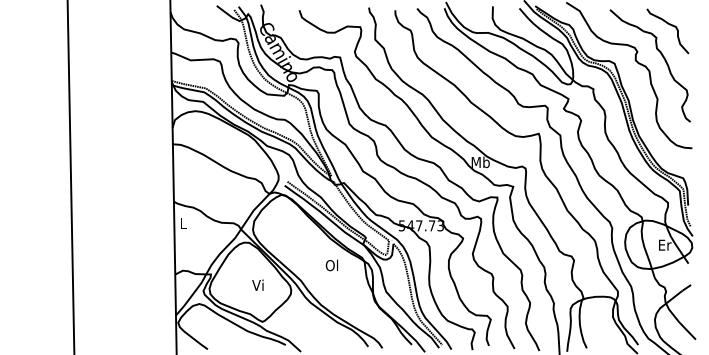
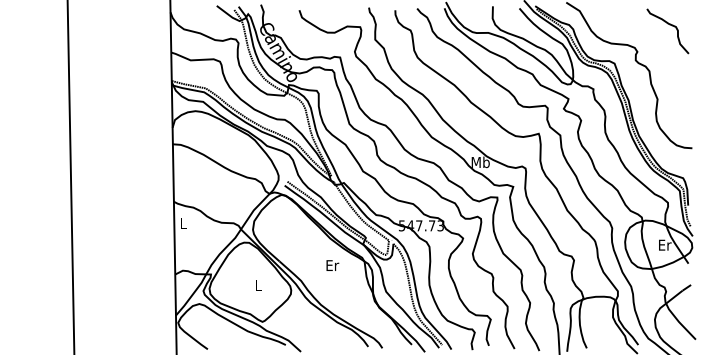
curve at (662, 57): present -> none
text at (332, 265): Ol -> Er
text at (257, 284): Vi -> L
